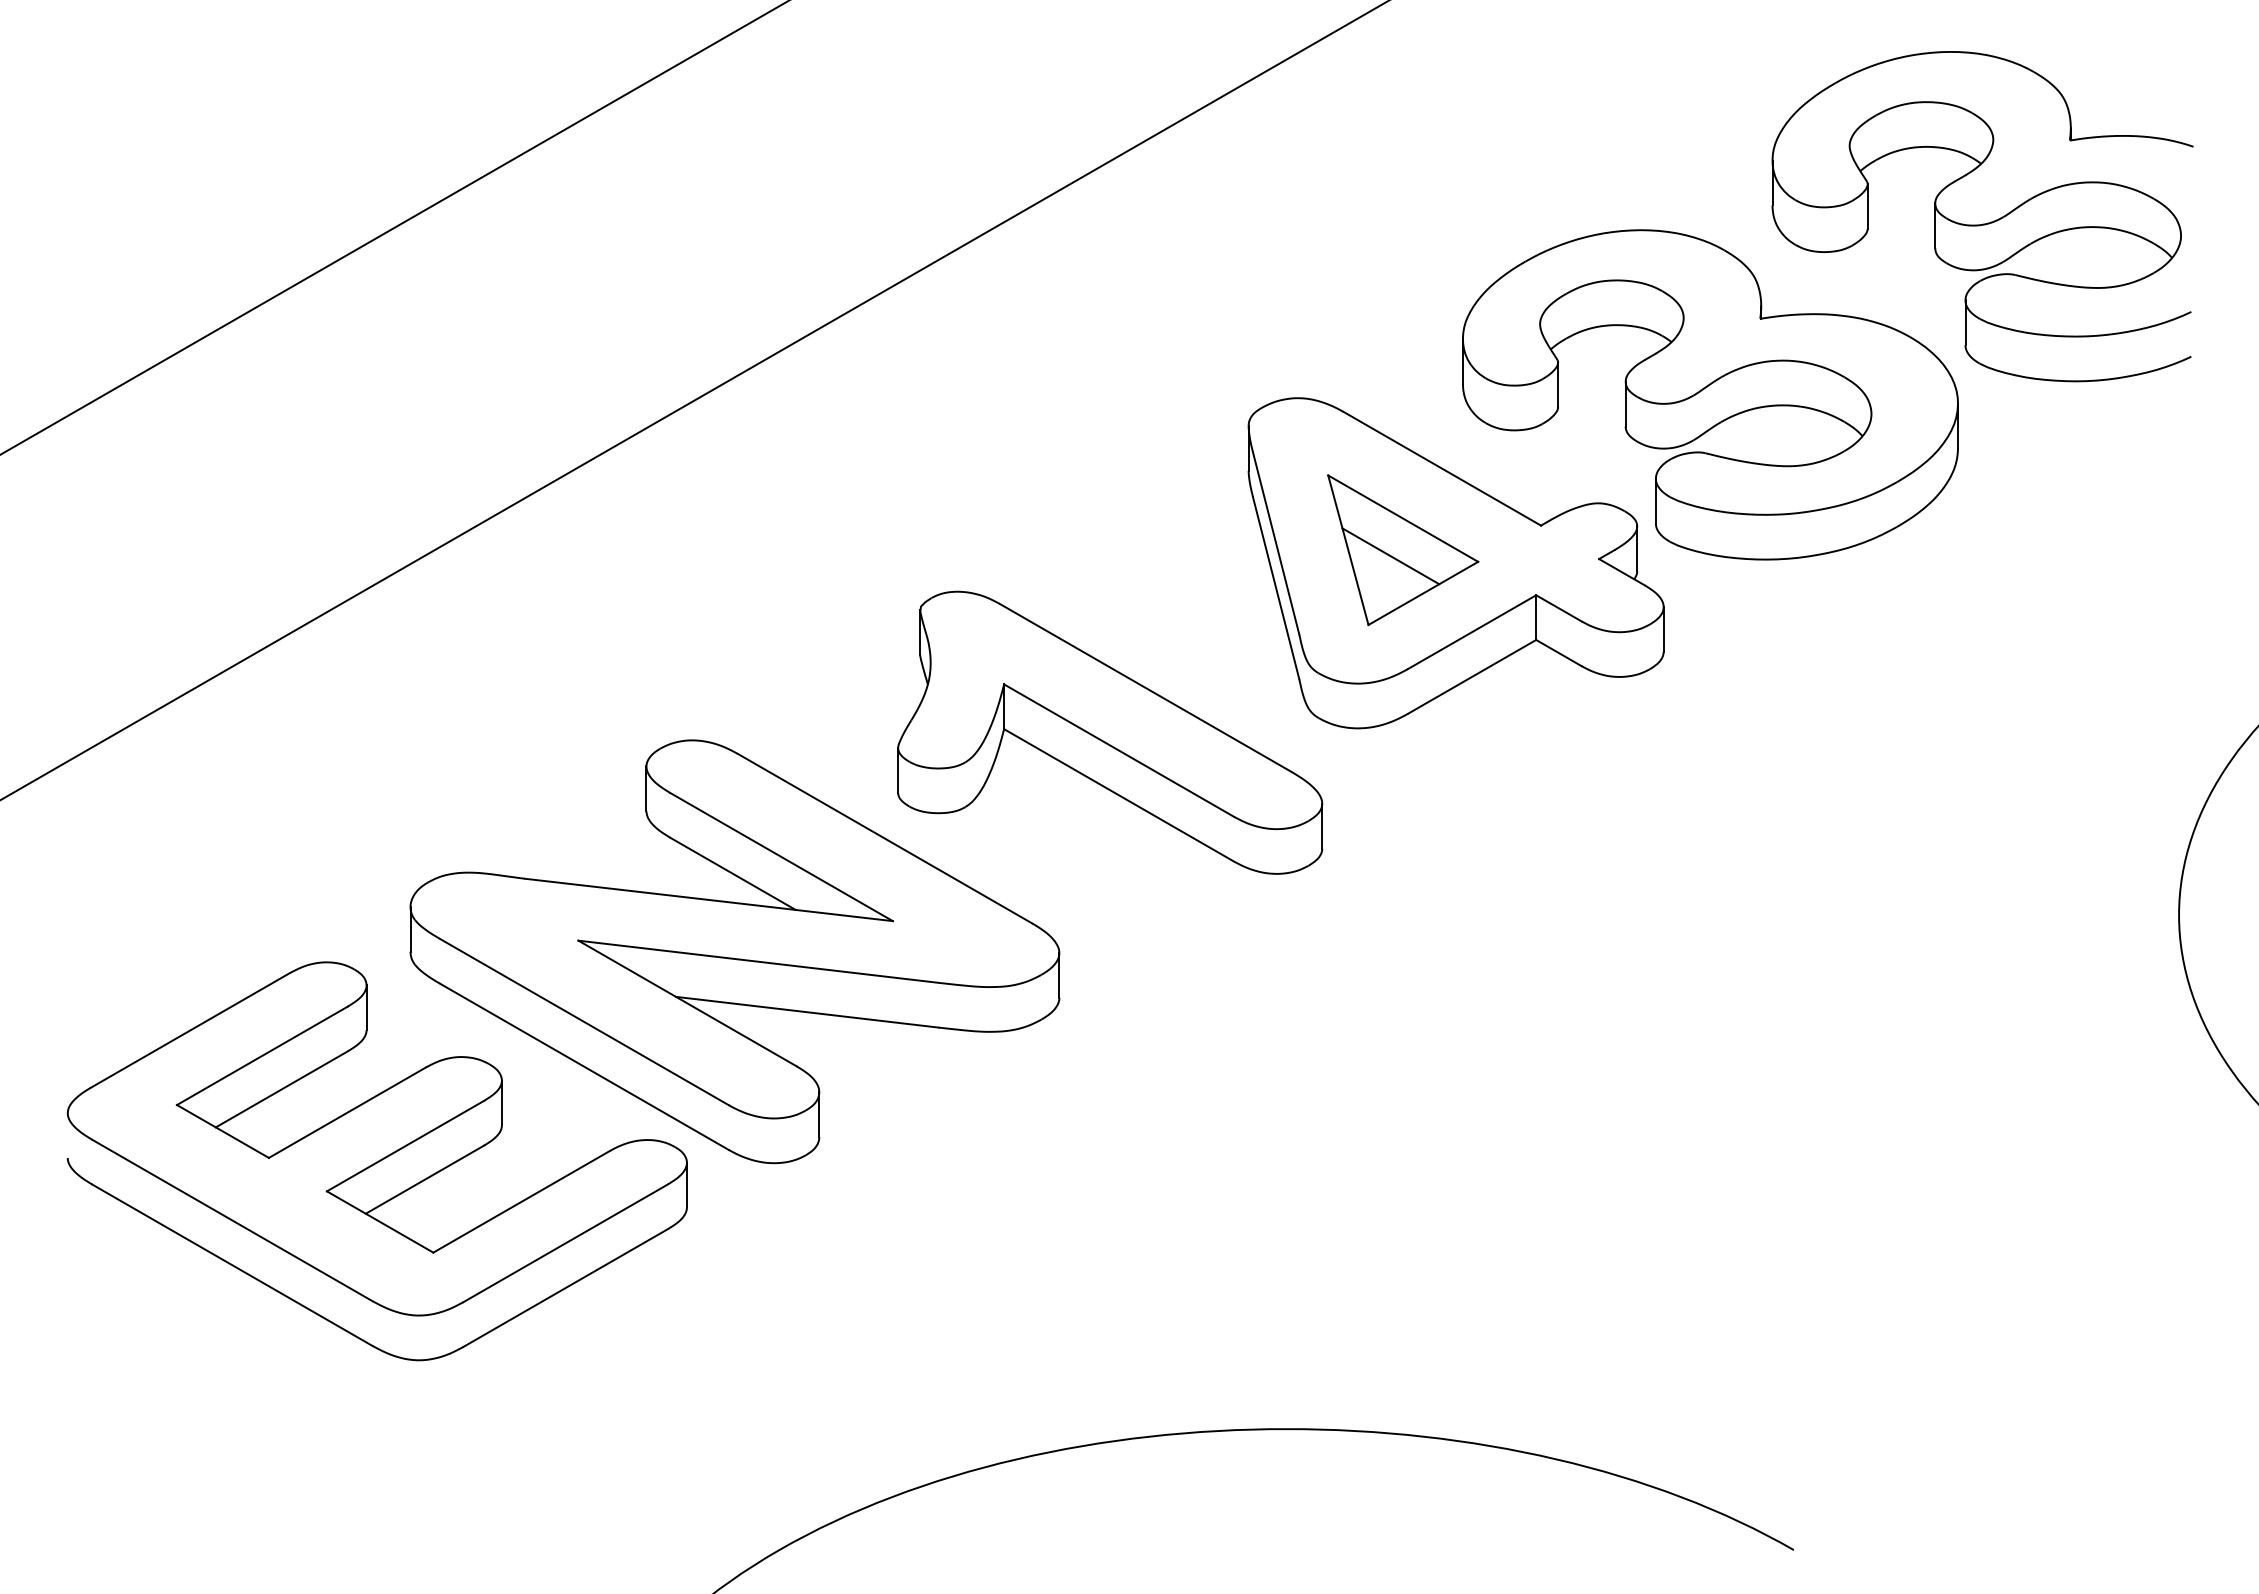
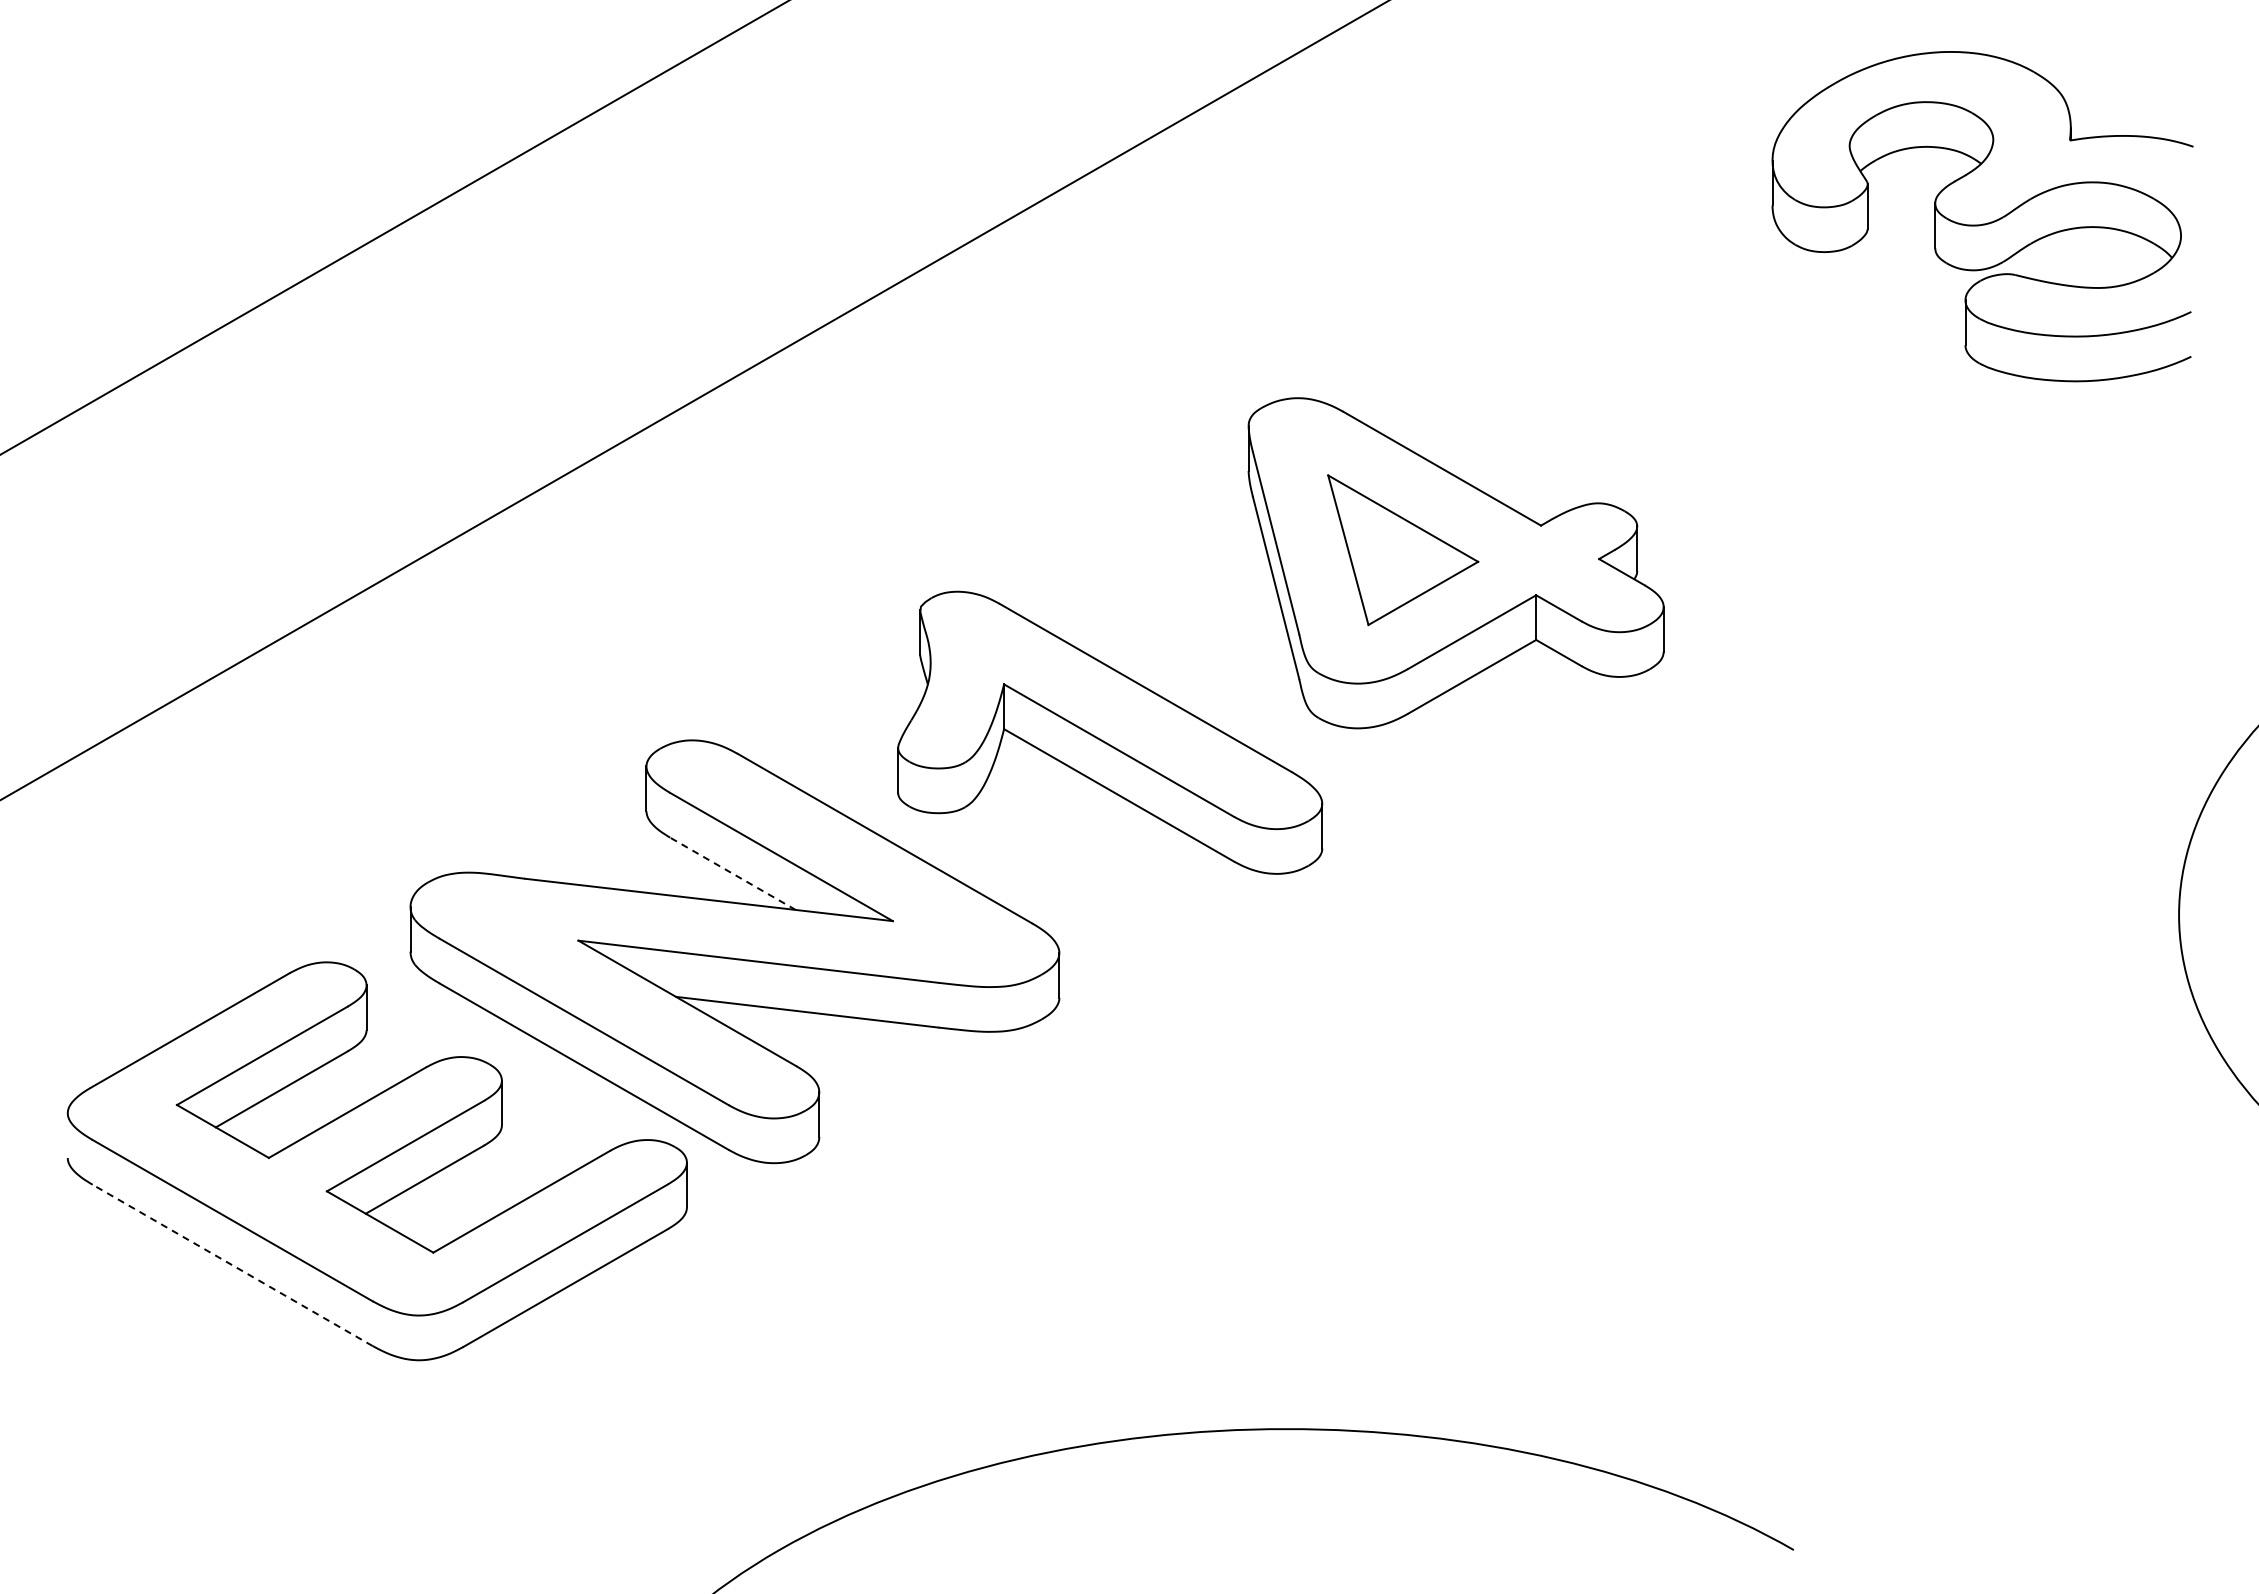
part at (1710, 394): present -> none
line at (1390, 556): present -> none
line at (732, 873): solid -> dashed
line at (232, 1265): solid -> dashed
